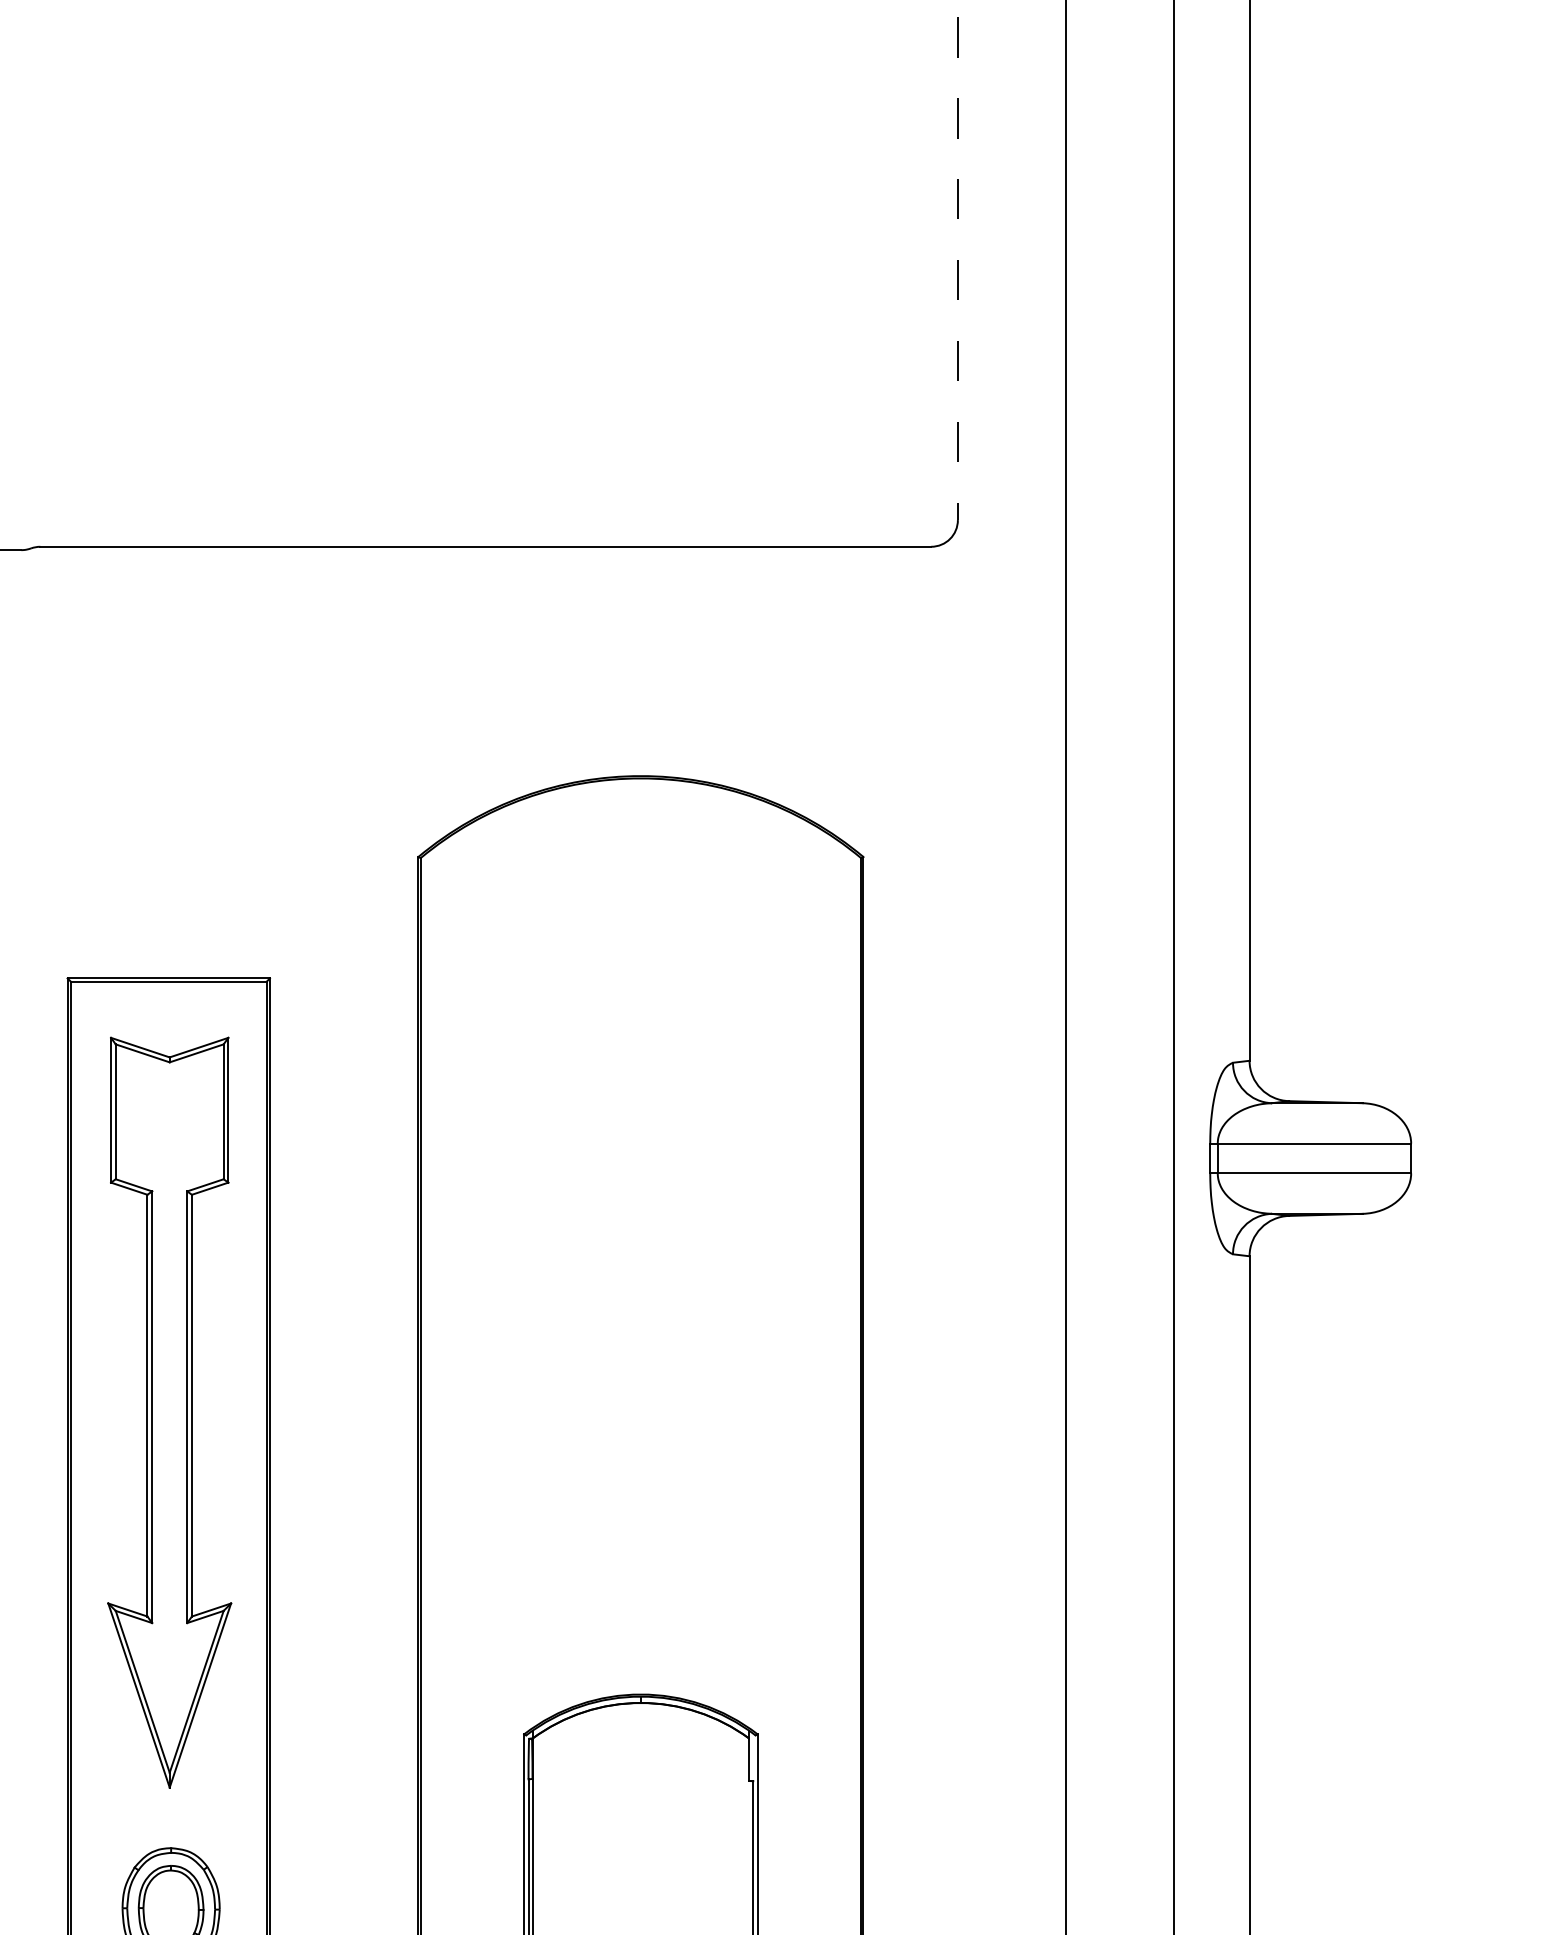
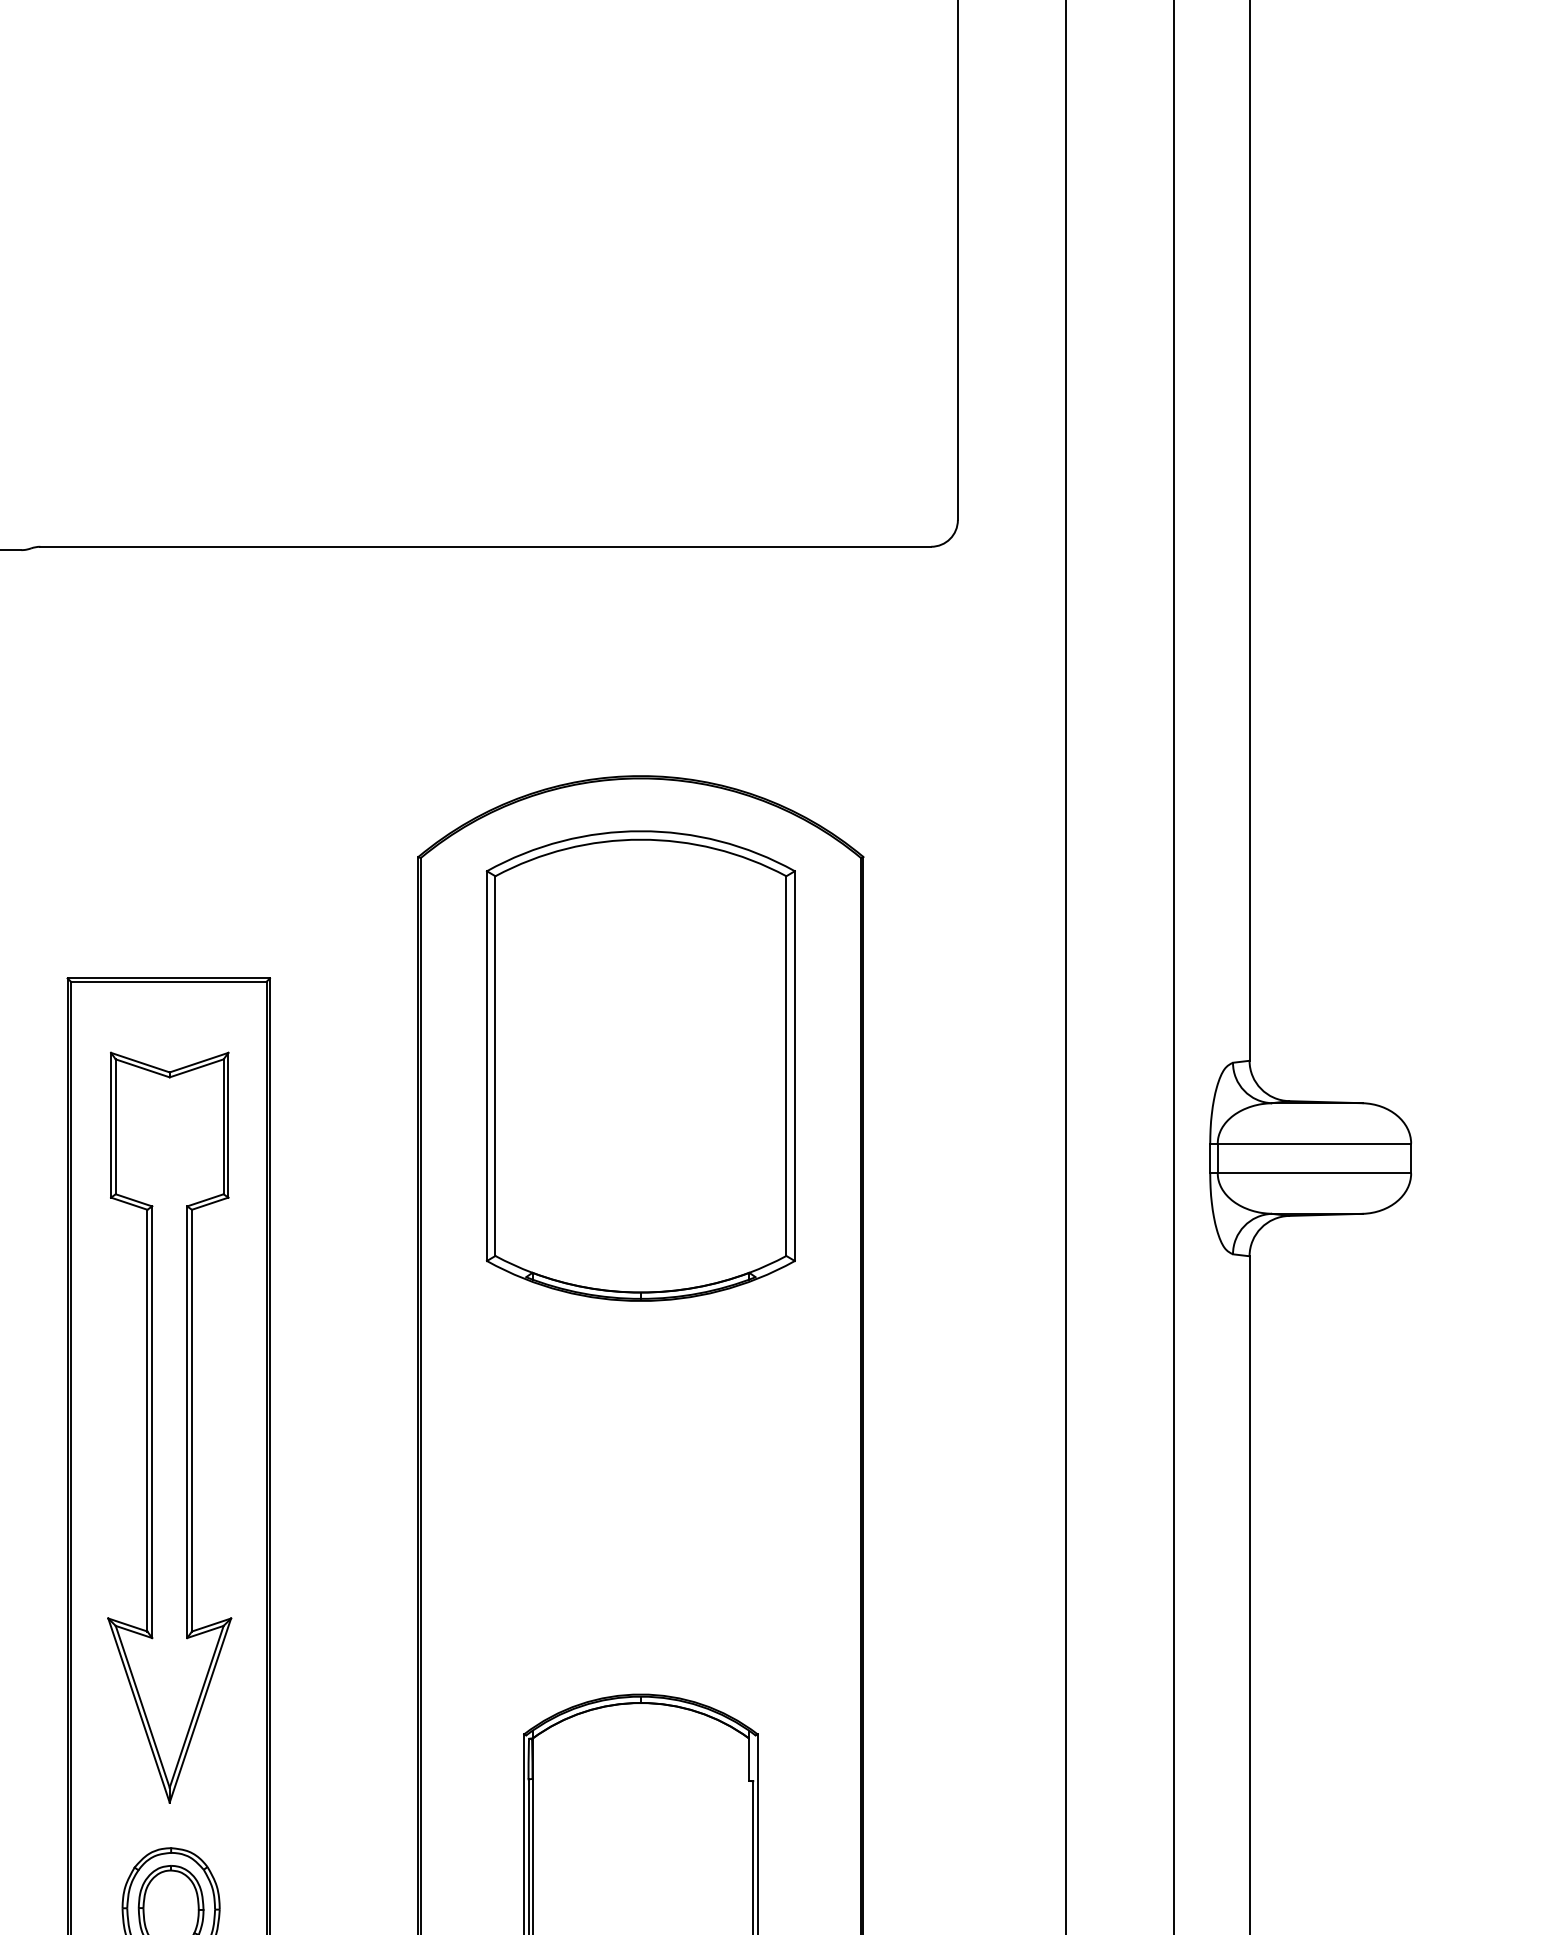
line at (957, 260): dashed -> solid
part at (640, 1065): none -> present
part at (169, 1412) position: (169, 1412) -> (169, 1427)
